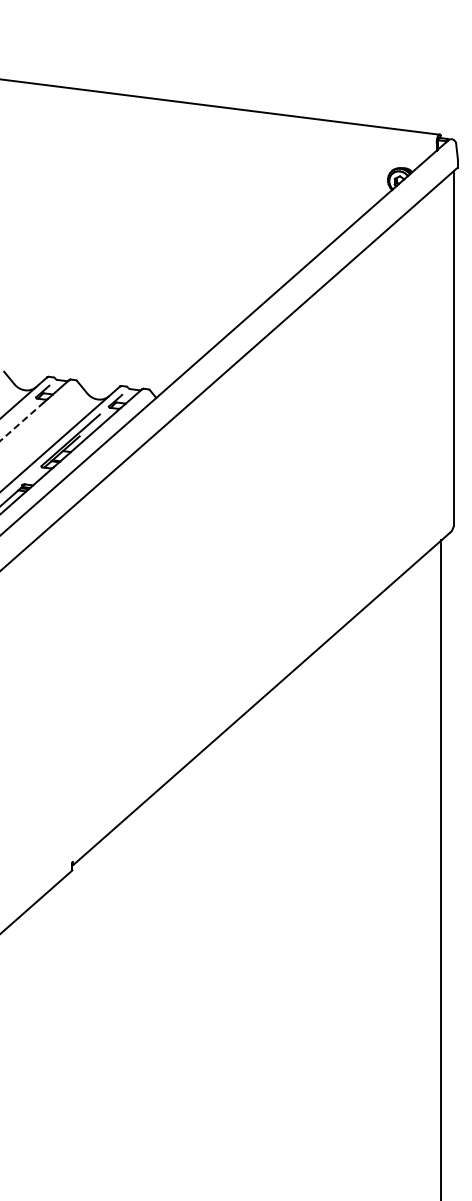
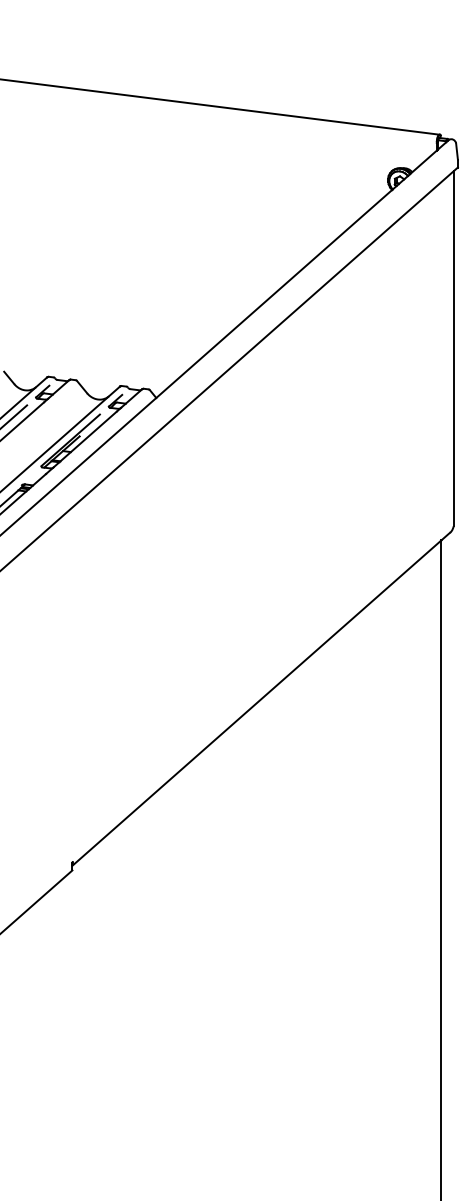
line at (14, 416): none -> present
line at (21, 422): dashed -> solid
